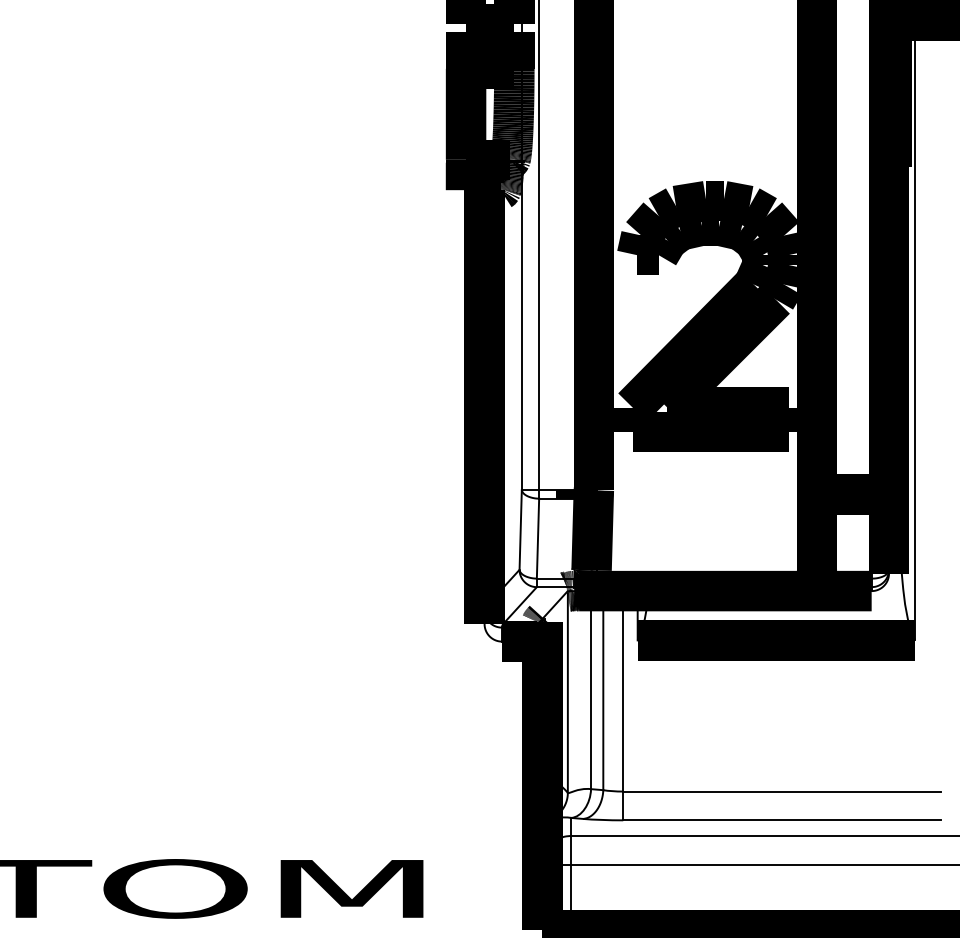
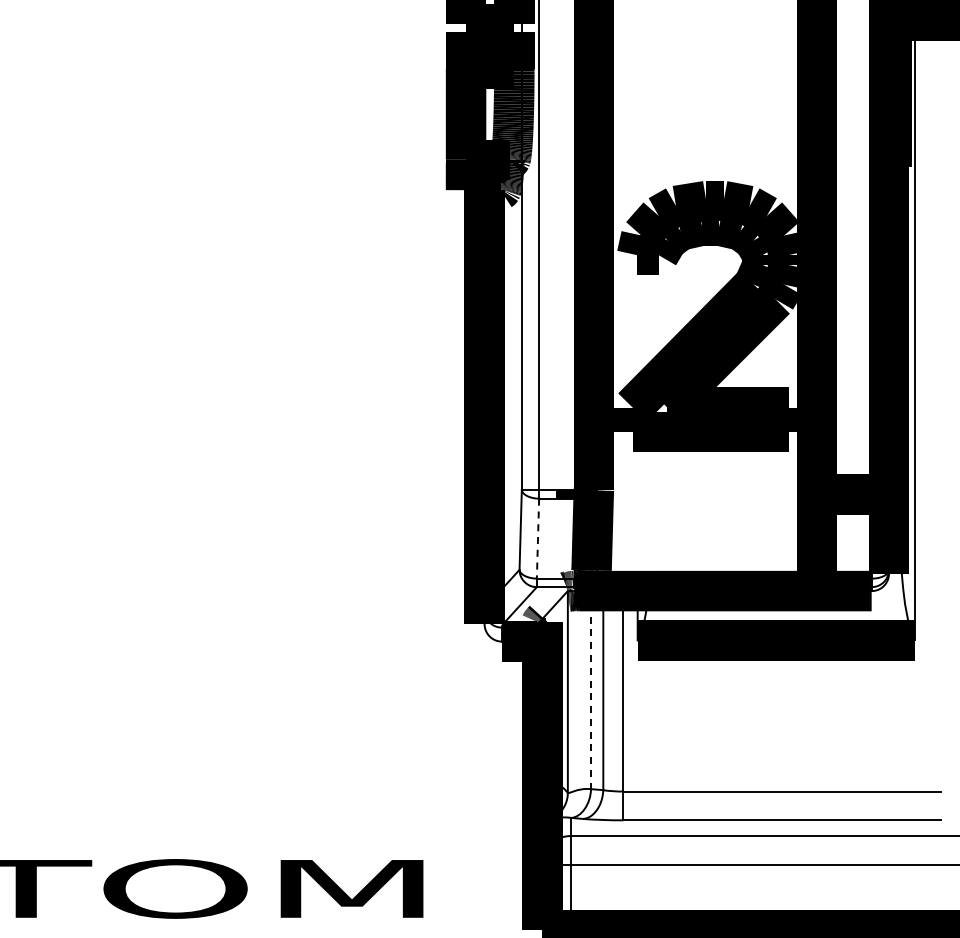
line at (538, 538): solid -> dashed
line at (591, 690): solid -> dashed
